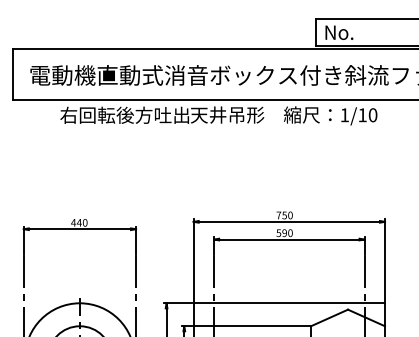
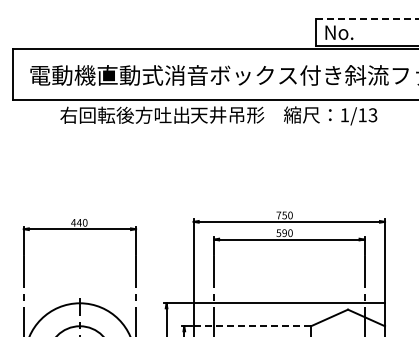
line at (368, 19): solid -> dashed
text at (372, 115): 1/10 -> 1/13
line at (252, 326): solid -> dashed
